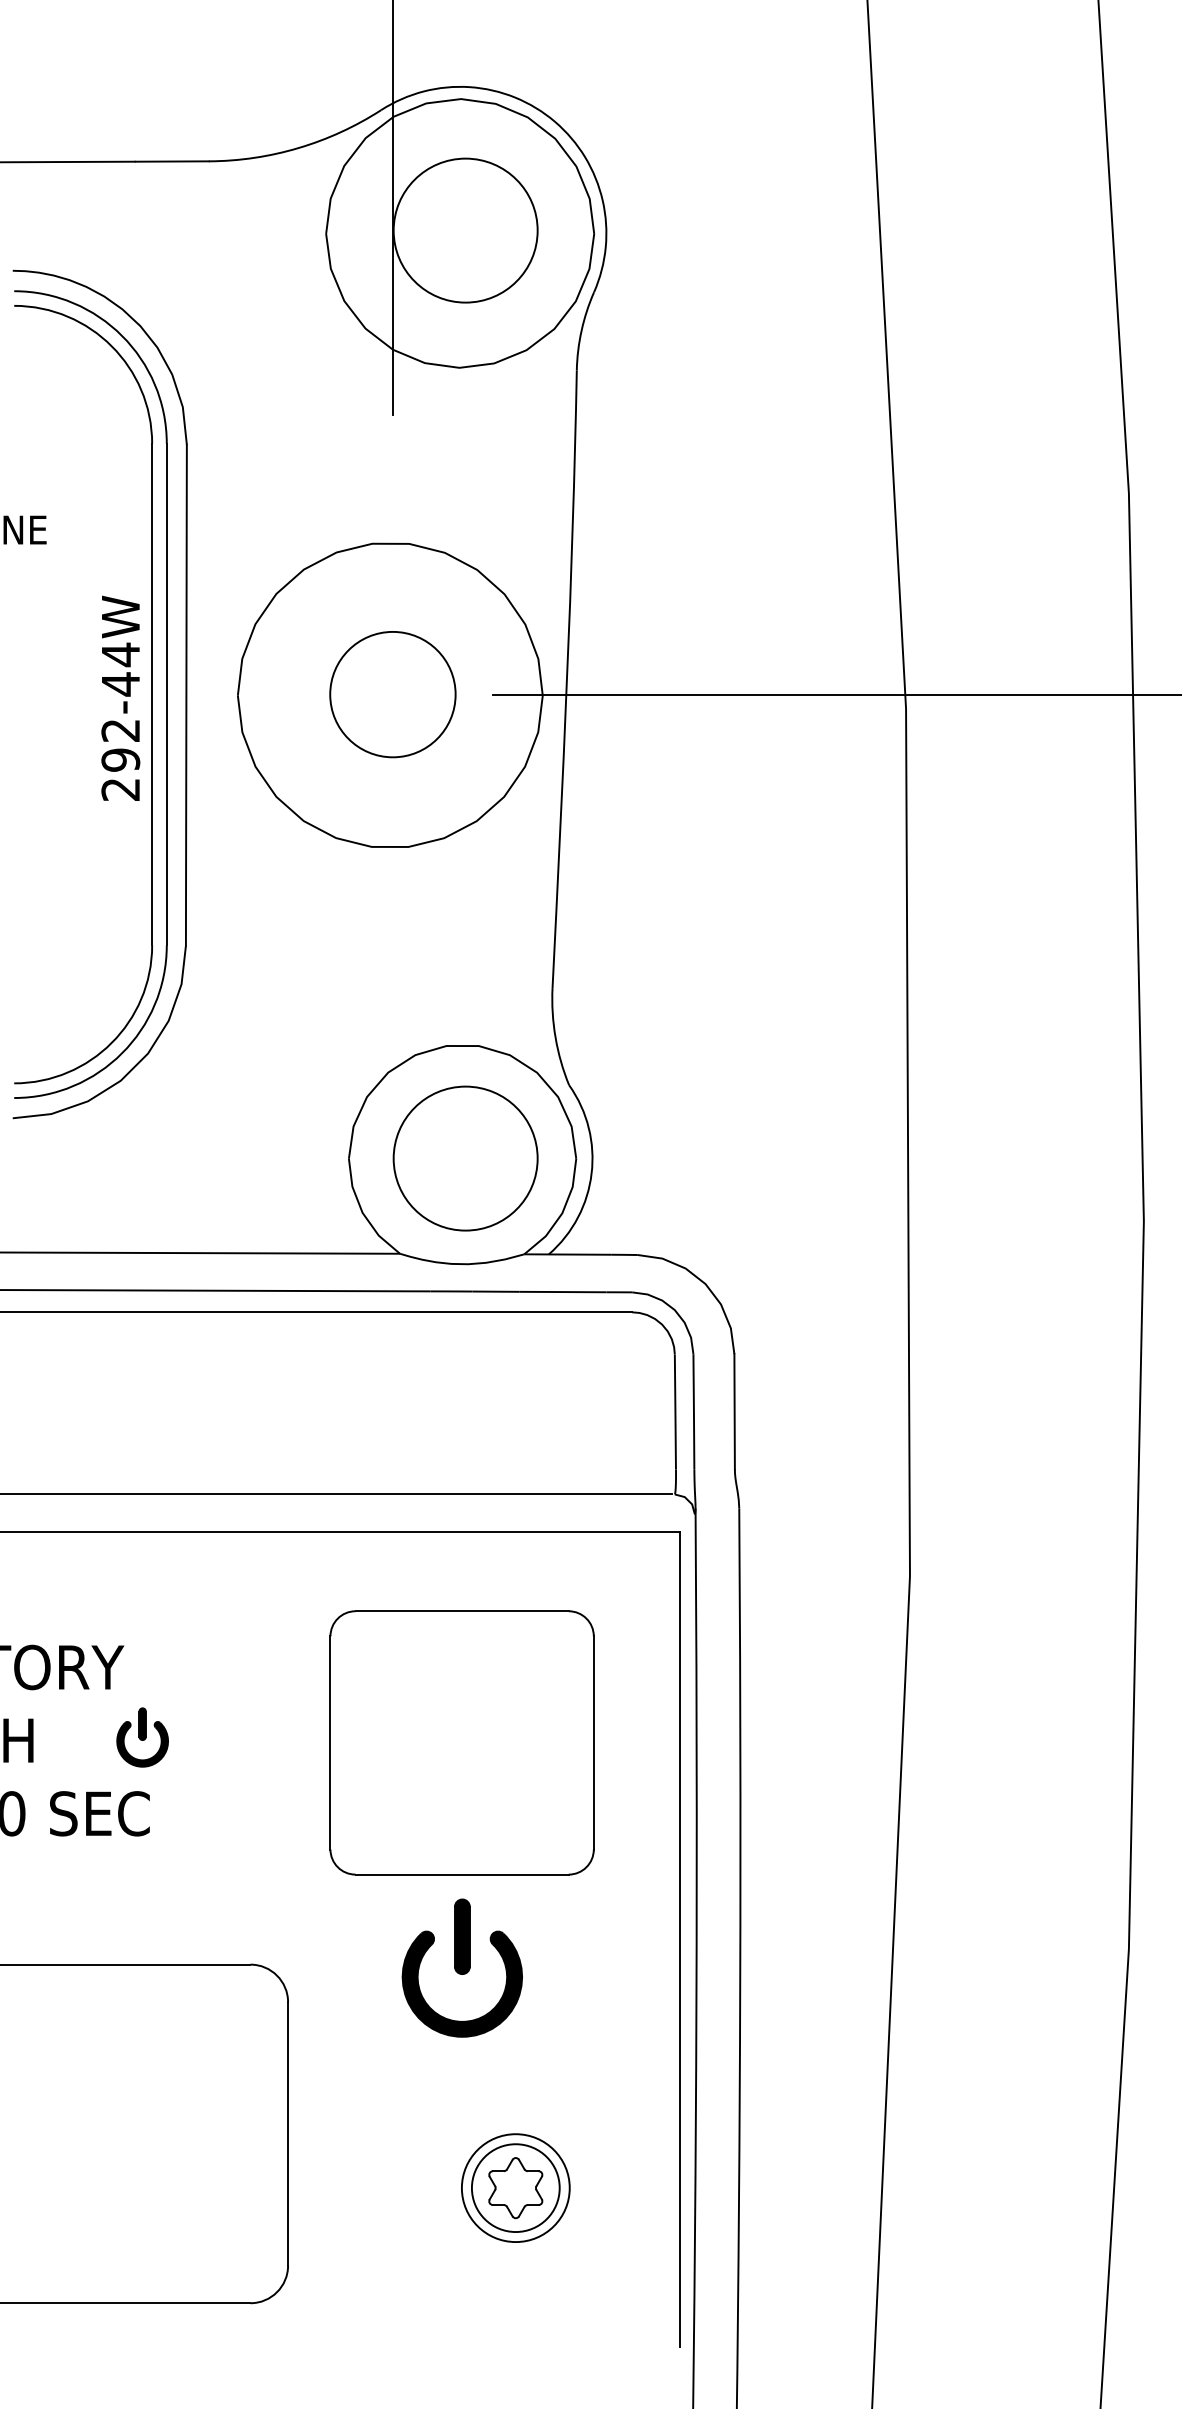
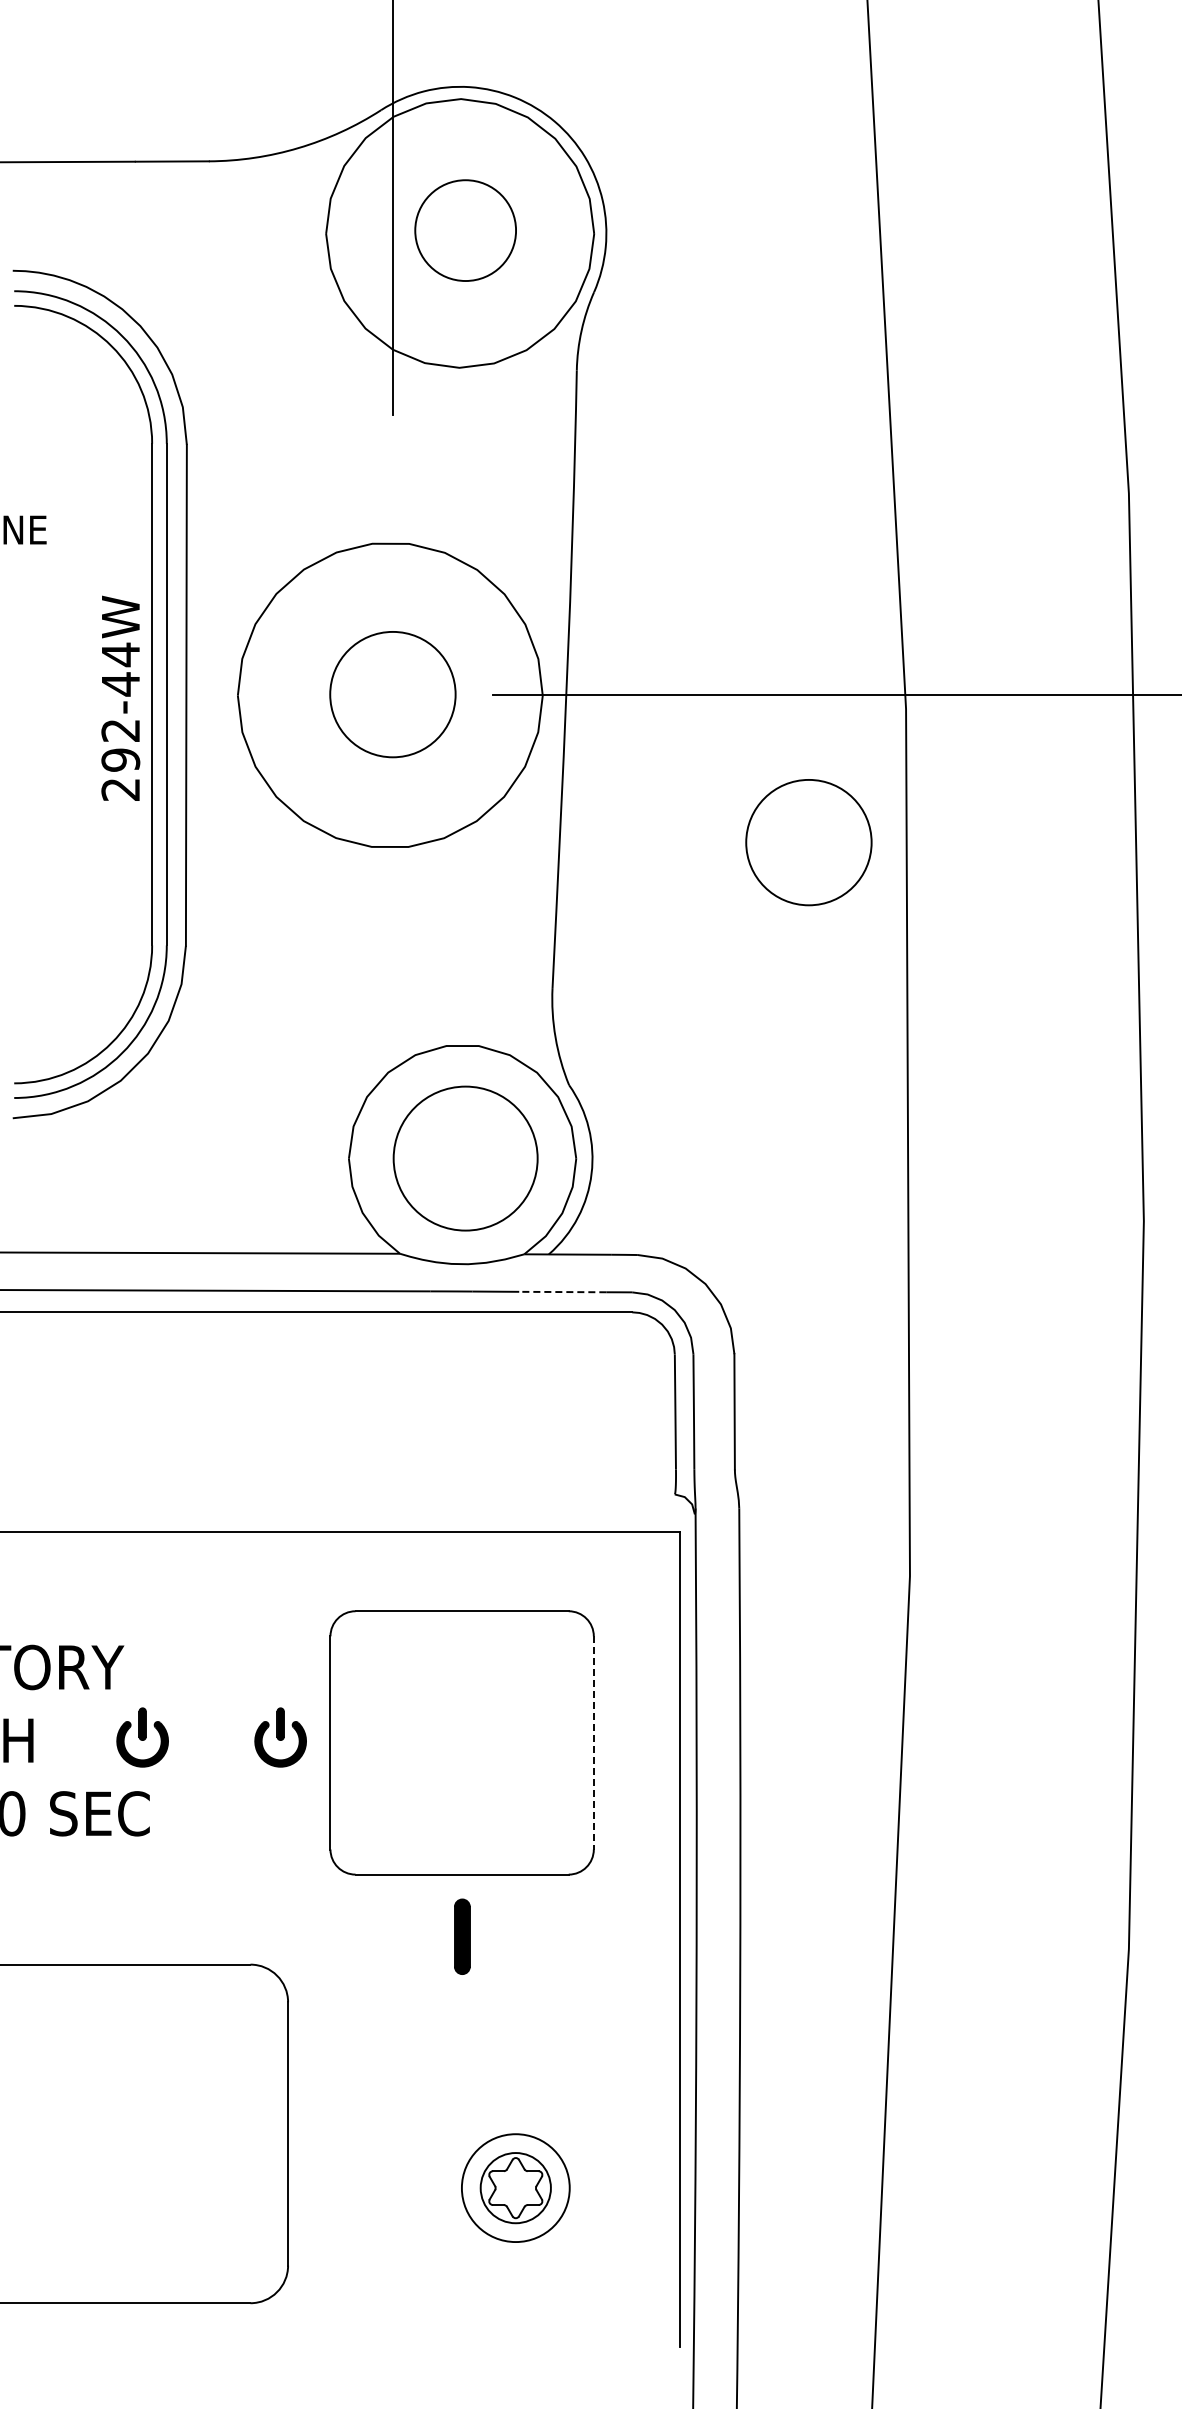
circle at (465, 230) diameter: 144 px -> 101 px
circle at (808, 842): none -> present
line at (562, 1292): solid -> dashed
line at (337, 1494): present -> none
part at (280, 1737): none -> present
line at (593, 1742): solid -> dashed
part at (460, 2020): present -> none
circle at (515, 2188) diameter: 88 px -> 70 px
